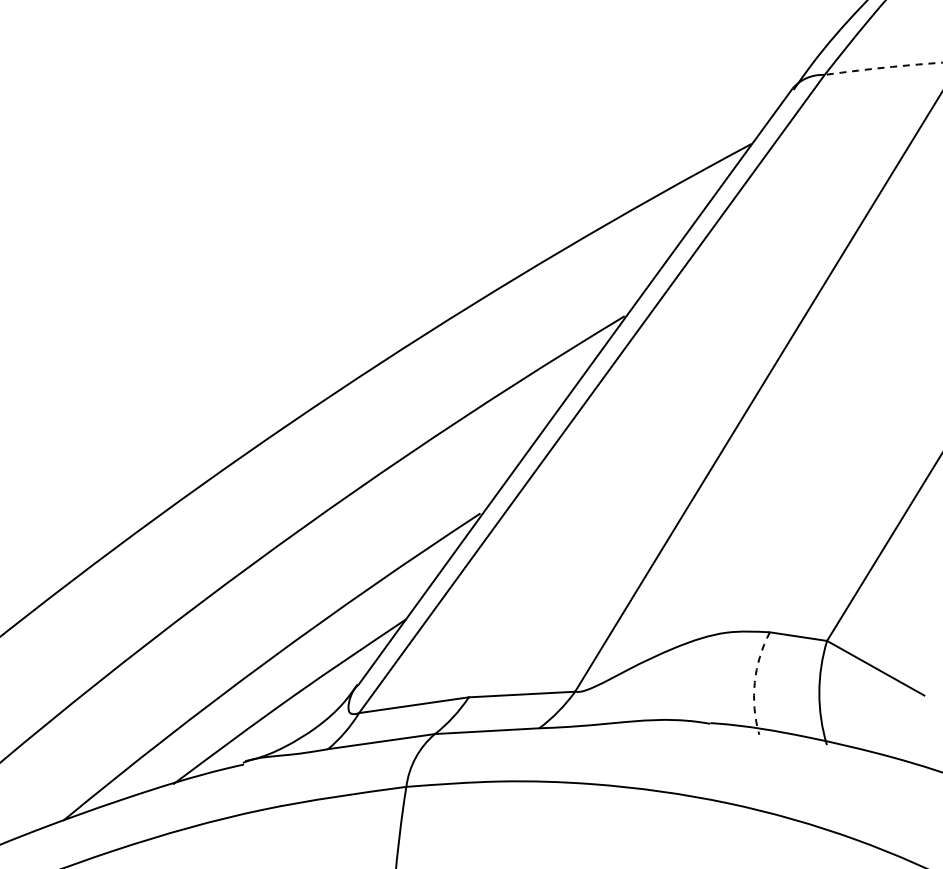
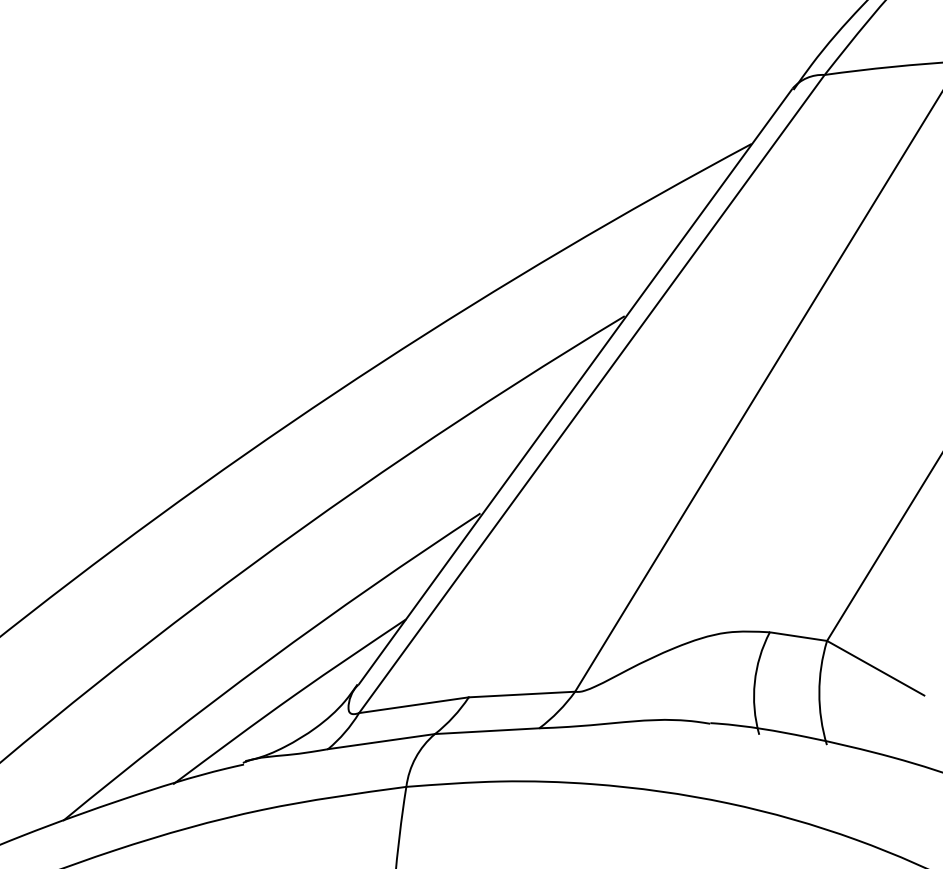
arc at (883, 67): dashed -> solid
arc at (754, 682): dashed -> solid
